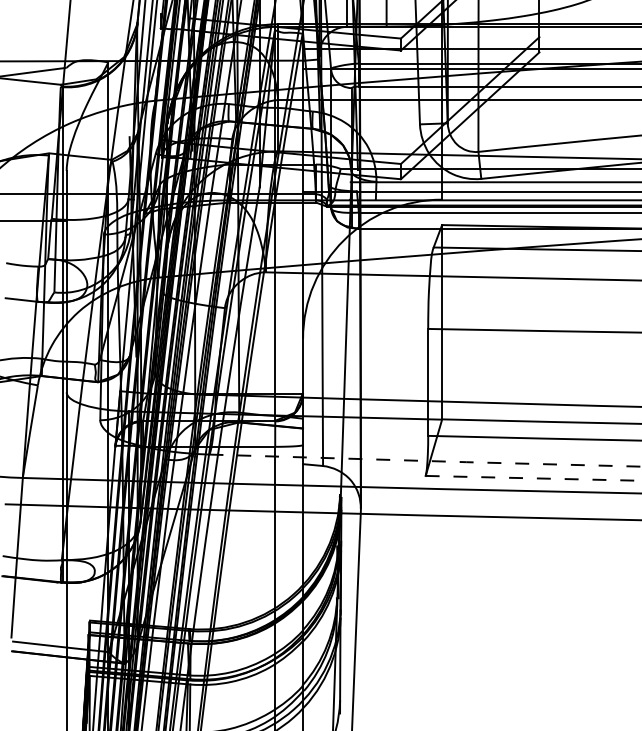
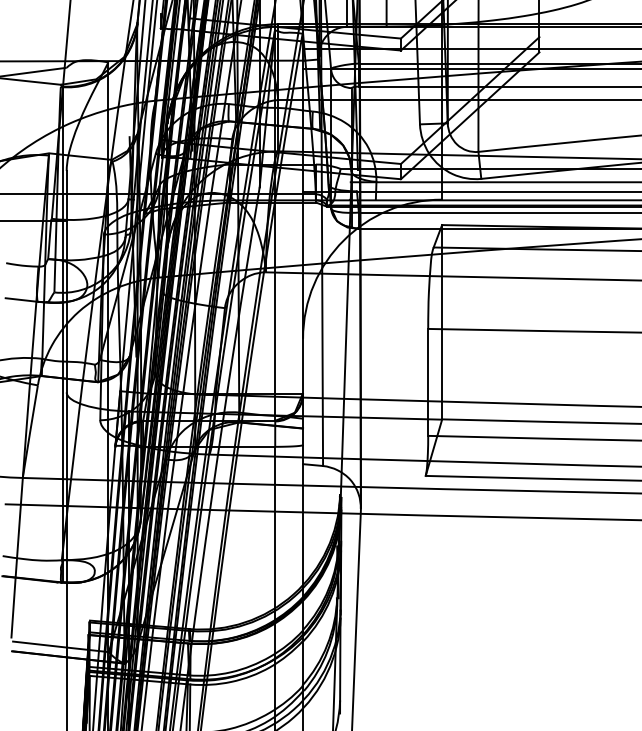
arc at (426, 461): dashed -> solid
arc at (534, 478): dashed -> solid
